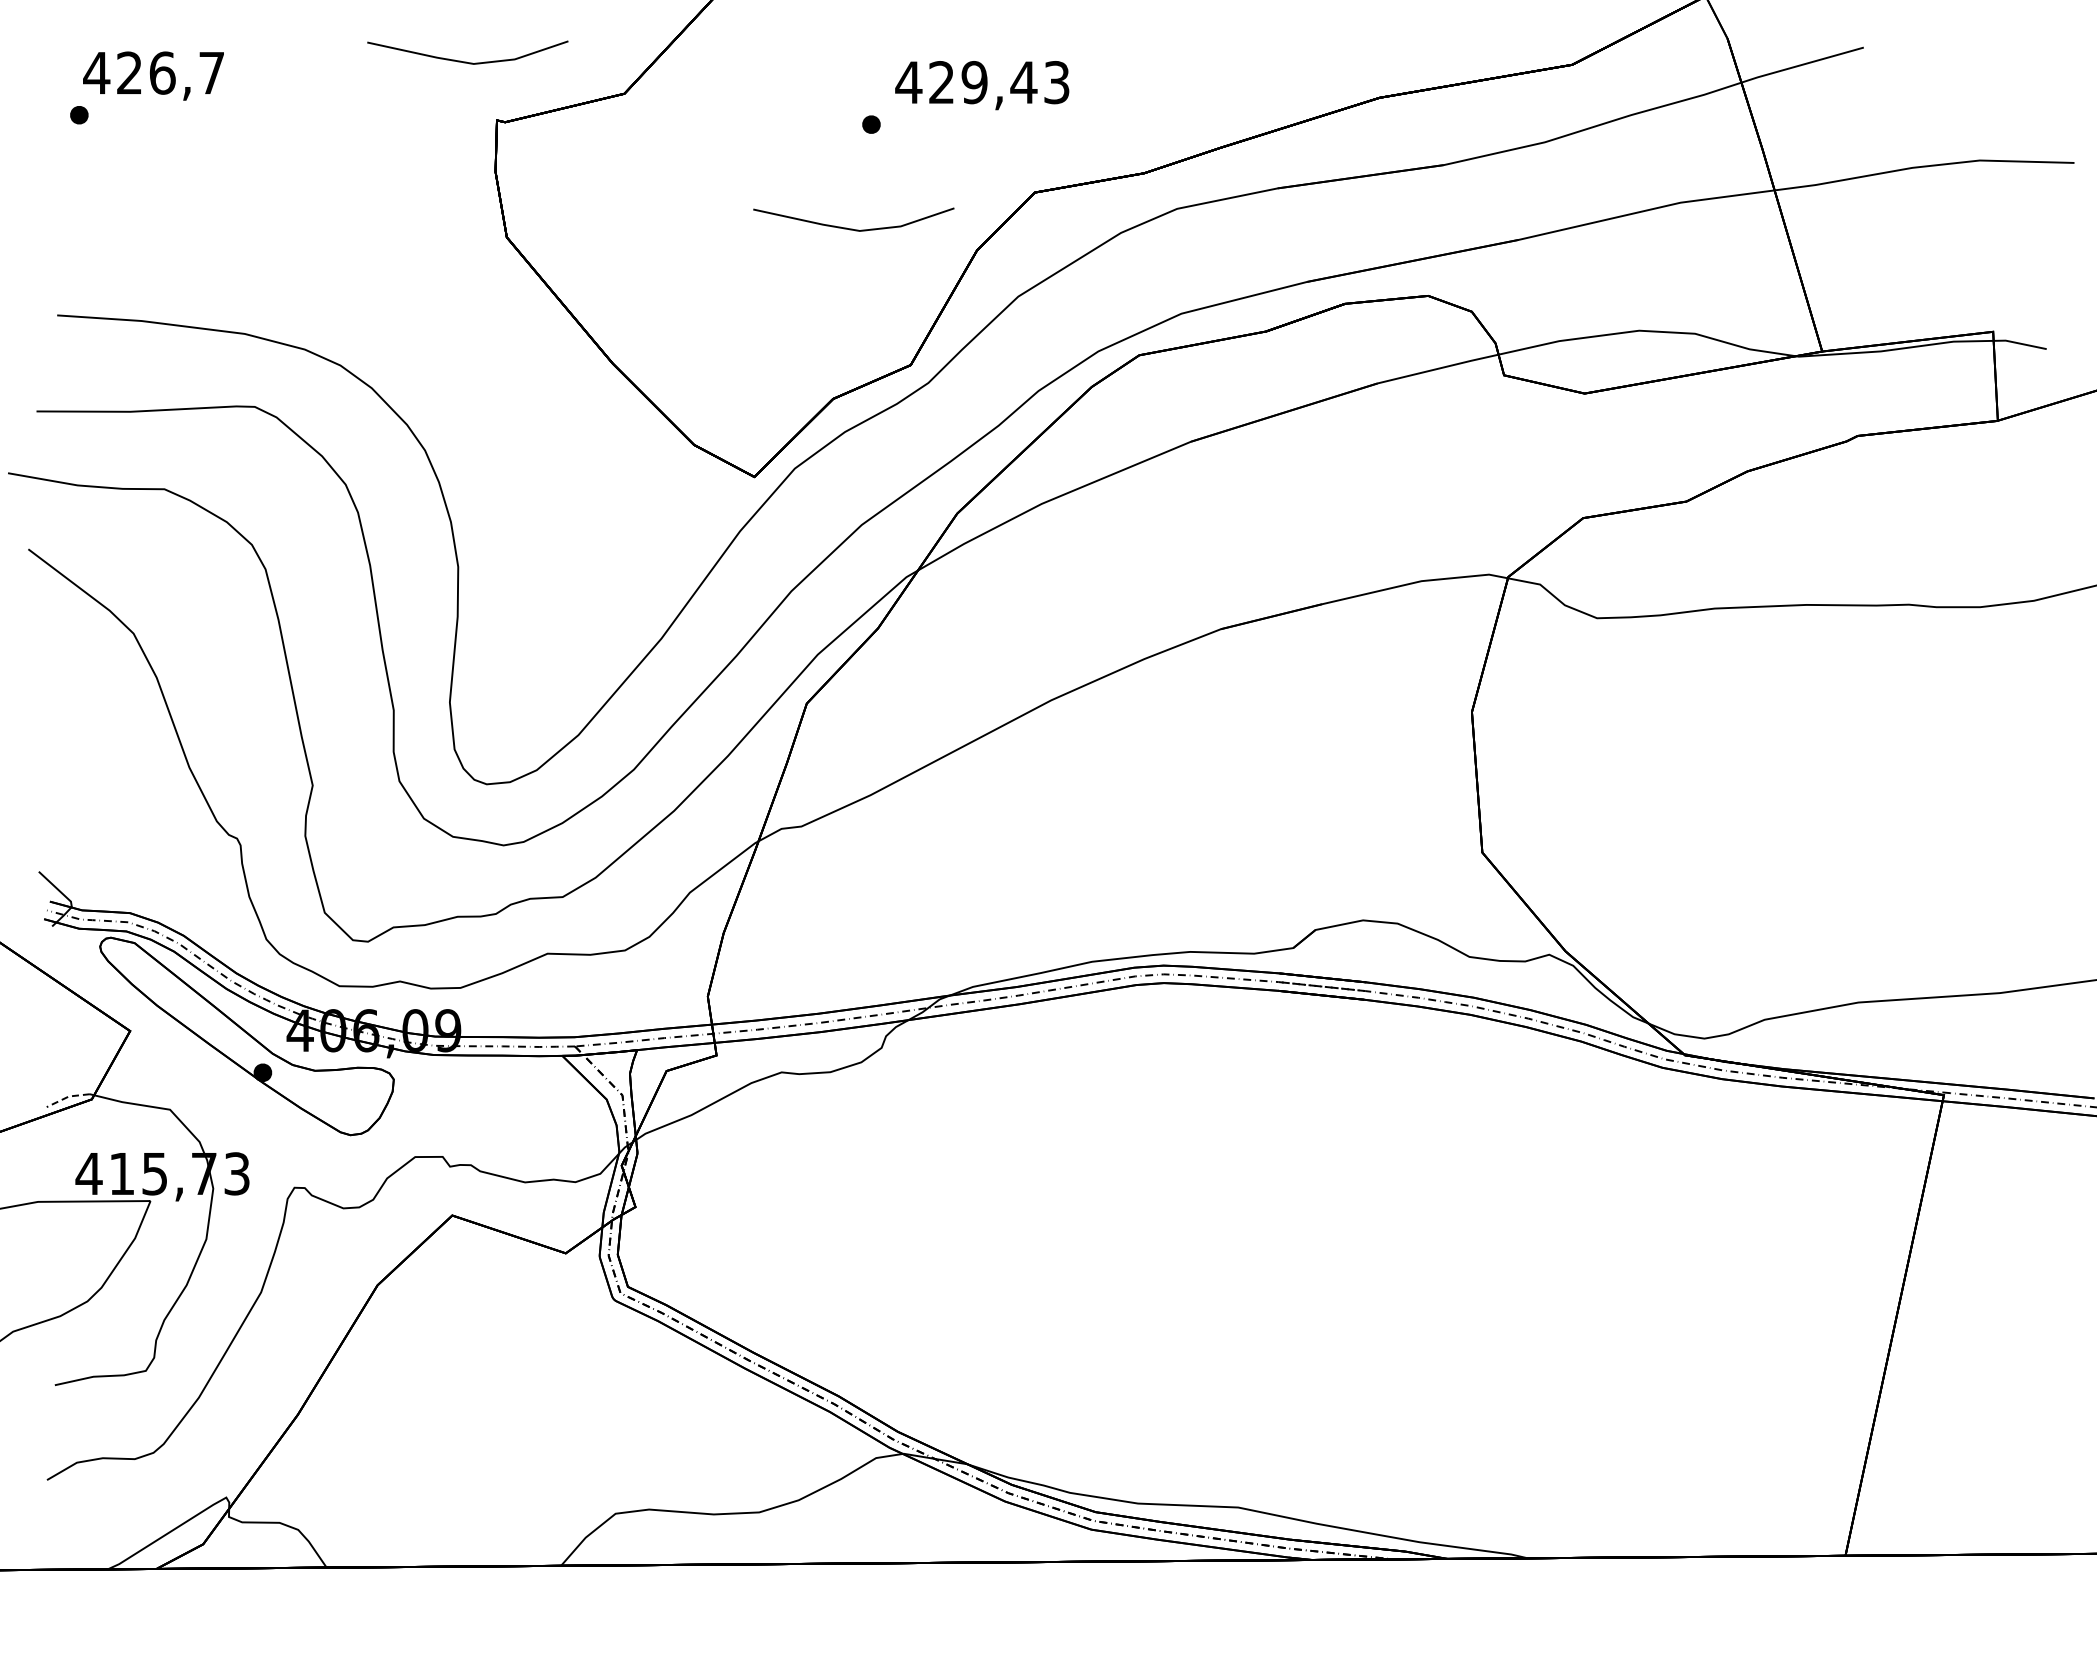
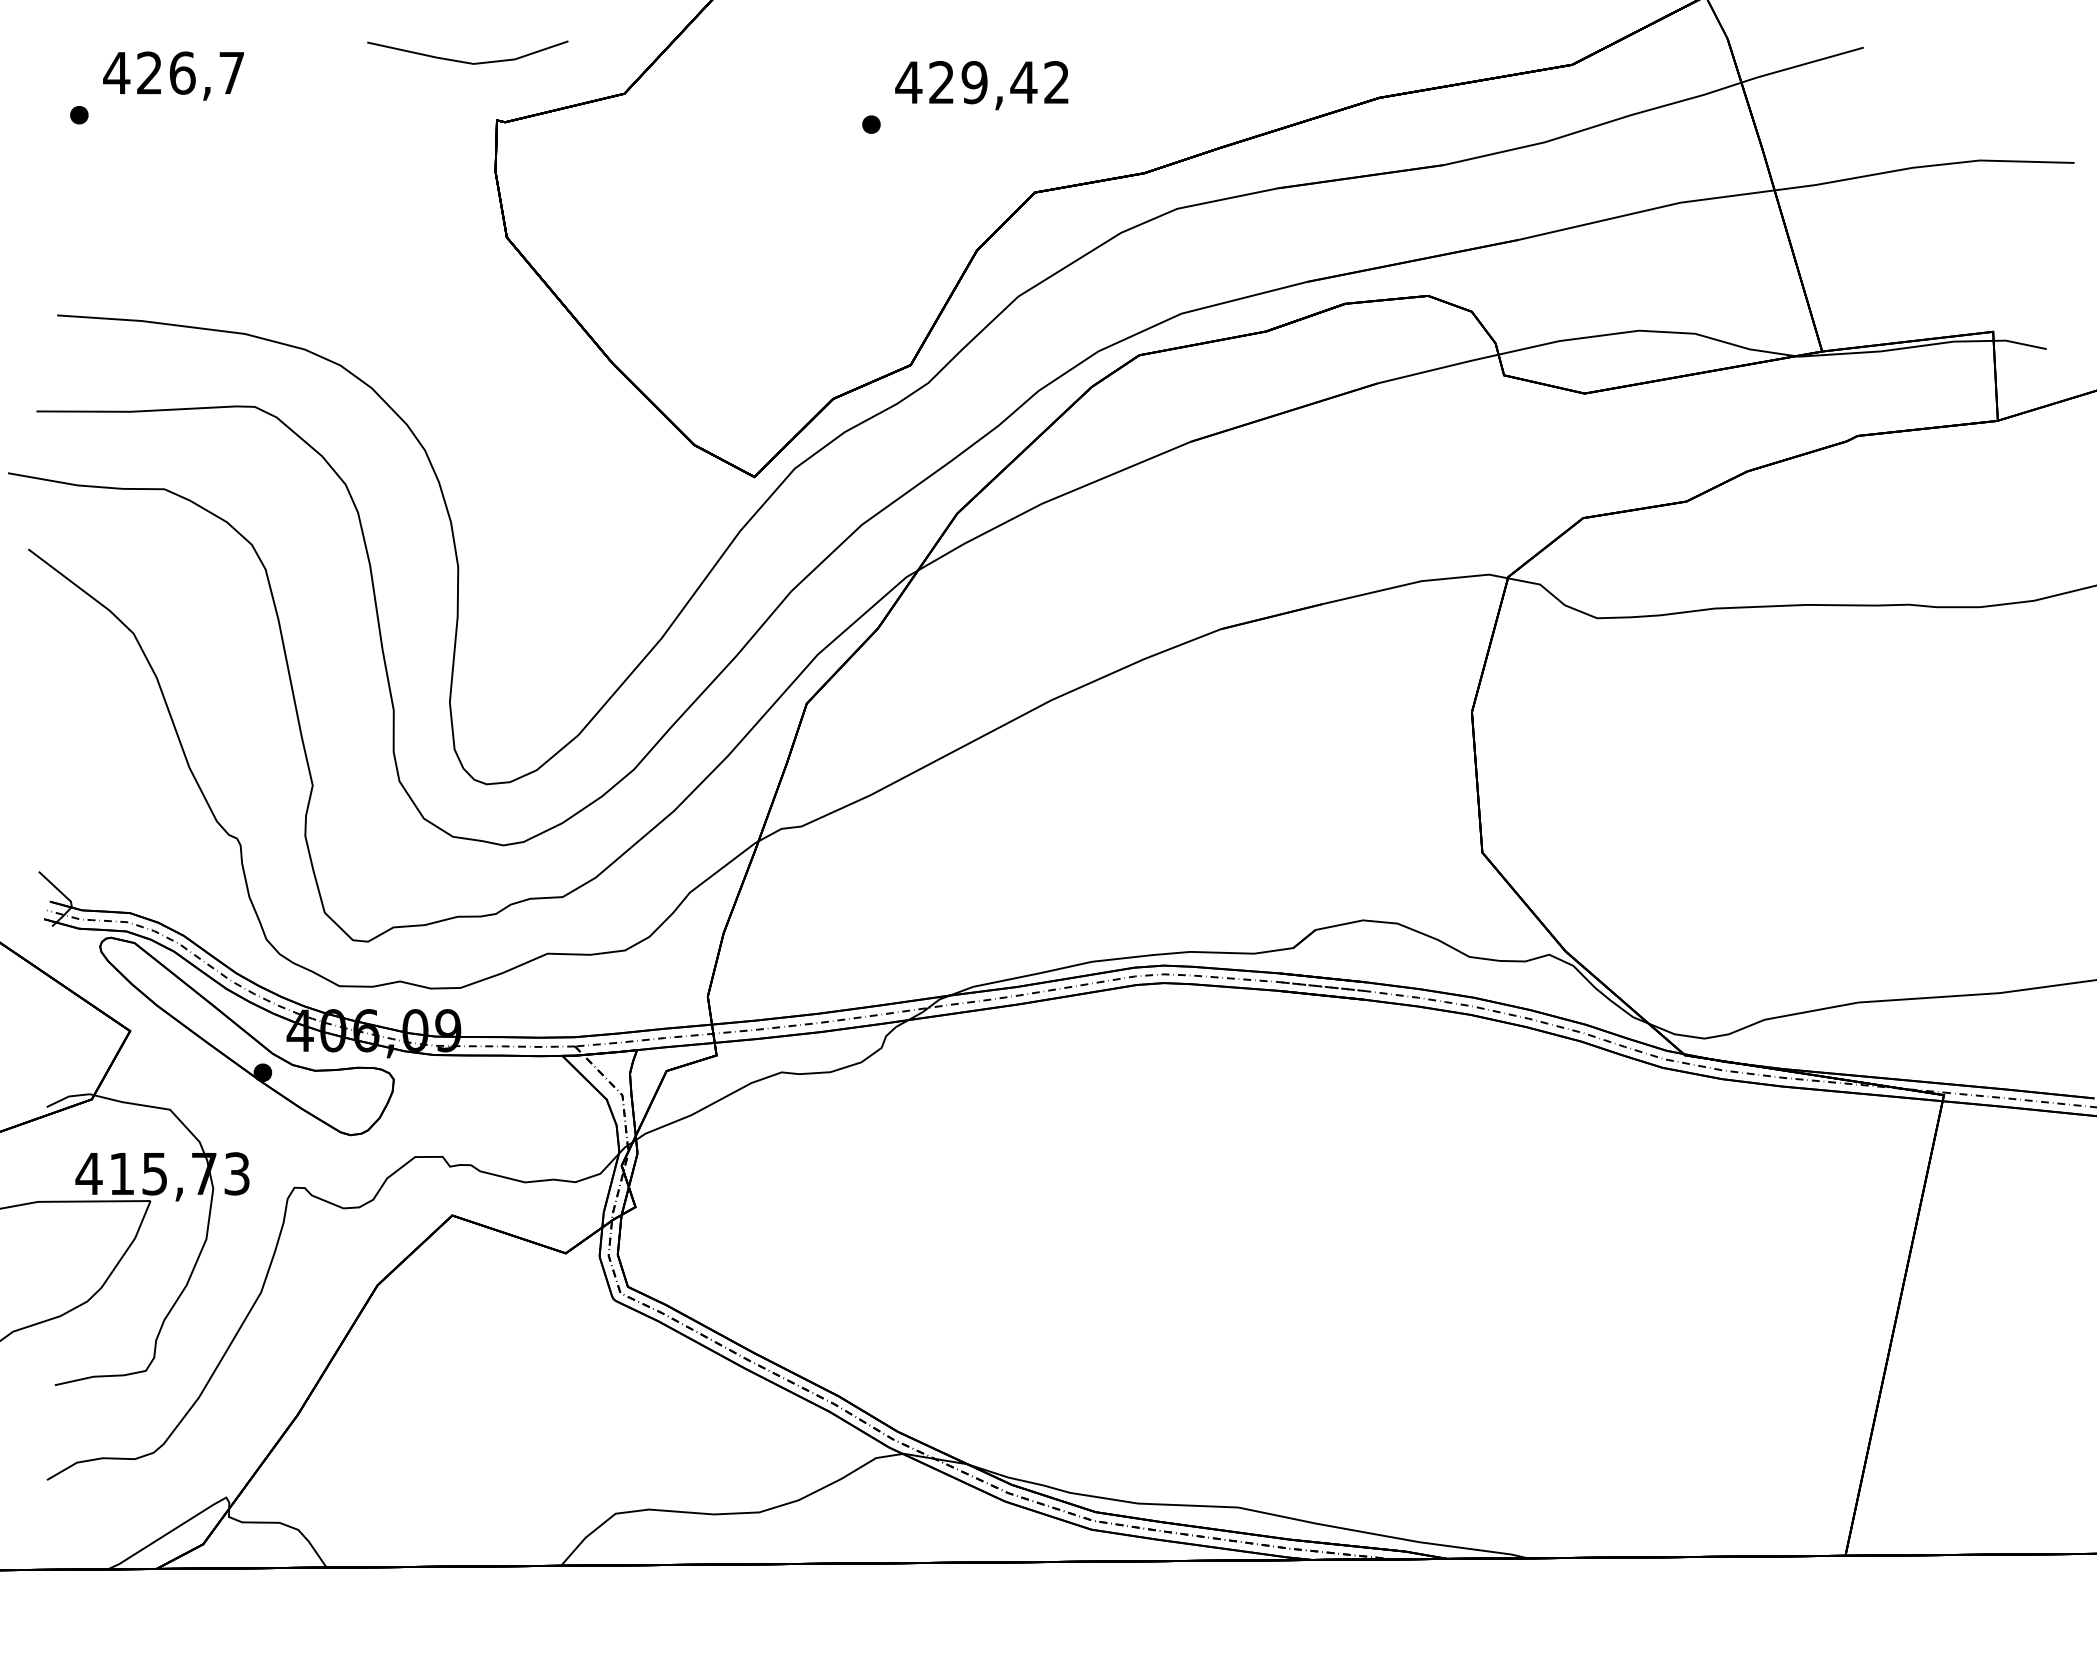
text at (153, 75) position: (153, 75) -> (173, 75)
text at (1056, 82): 429,43 -> 429,42
line at (852, 228): present -> none
line at (68, 1096): dashed -> solid
